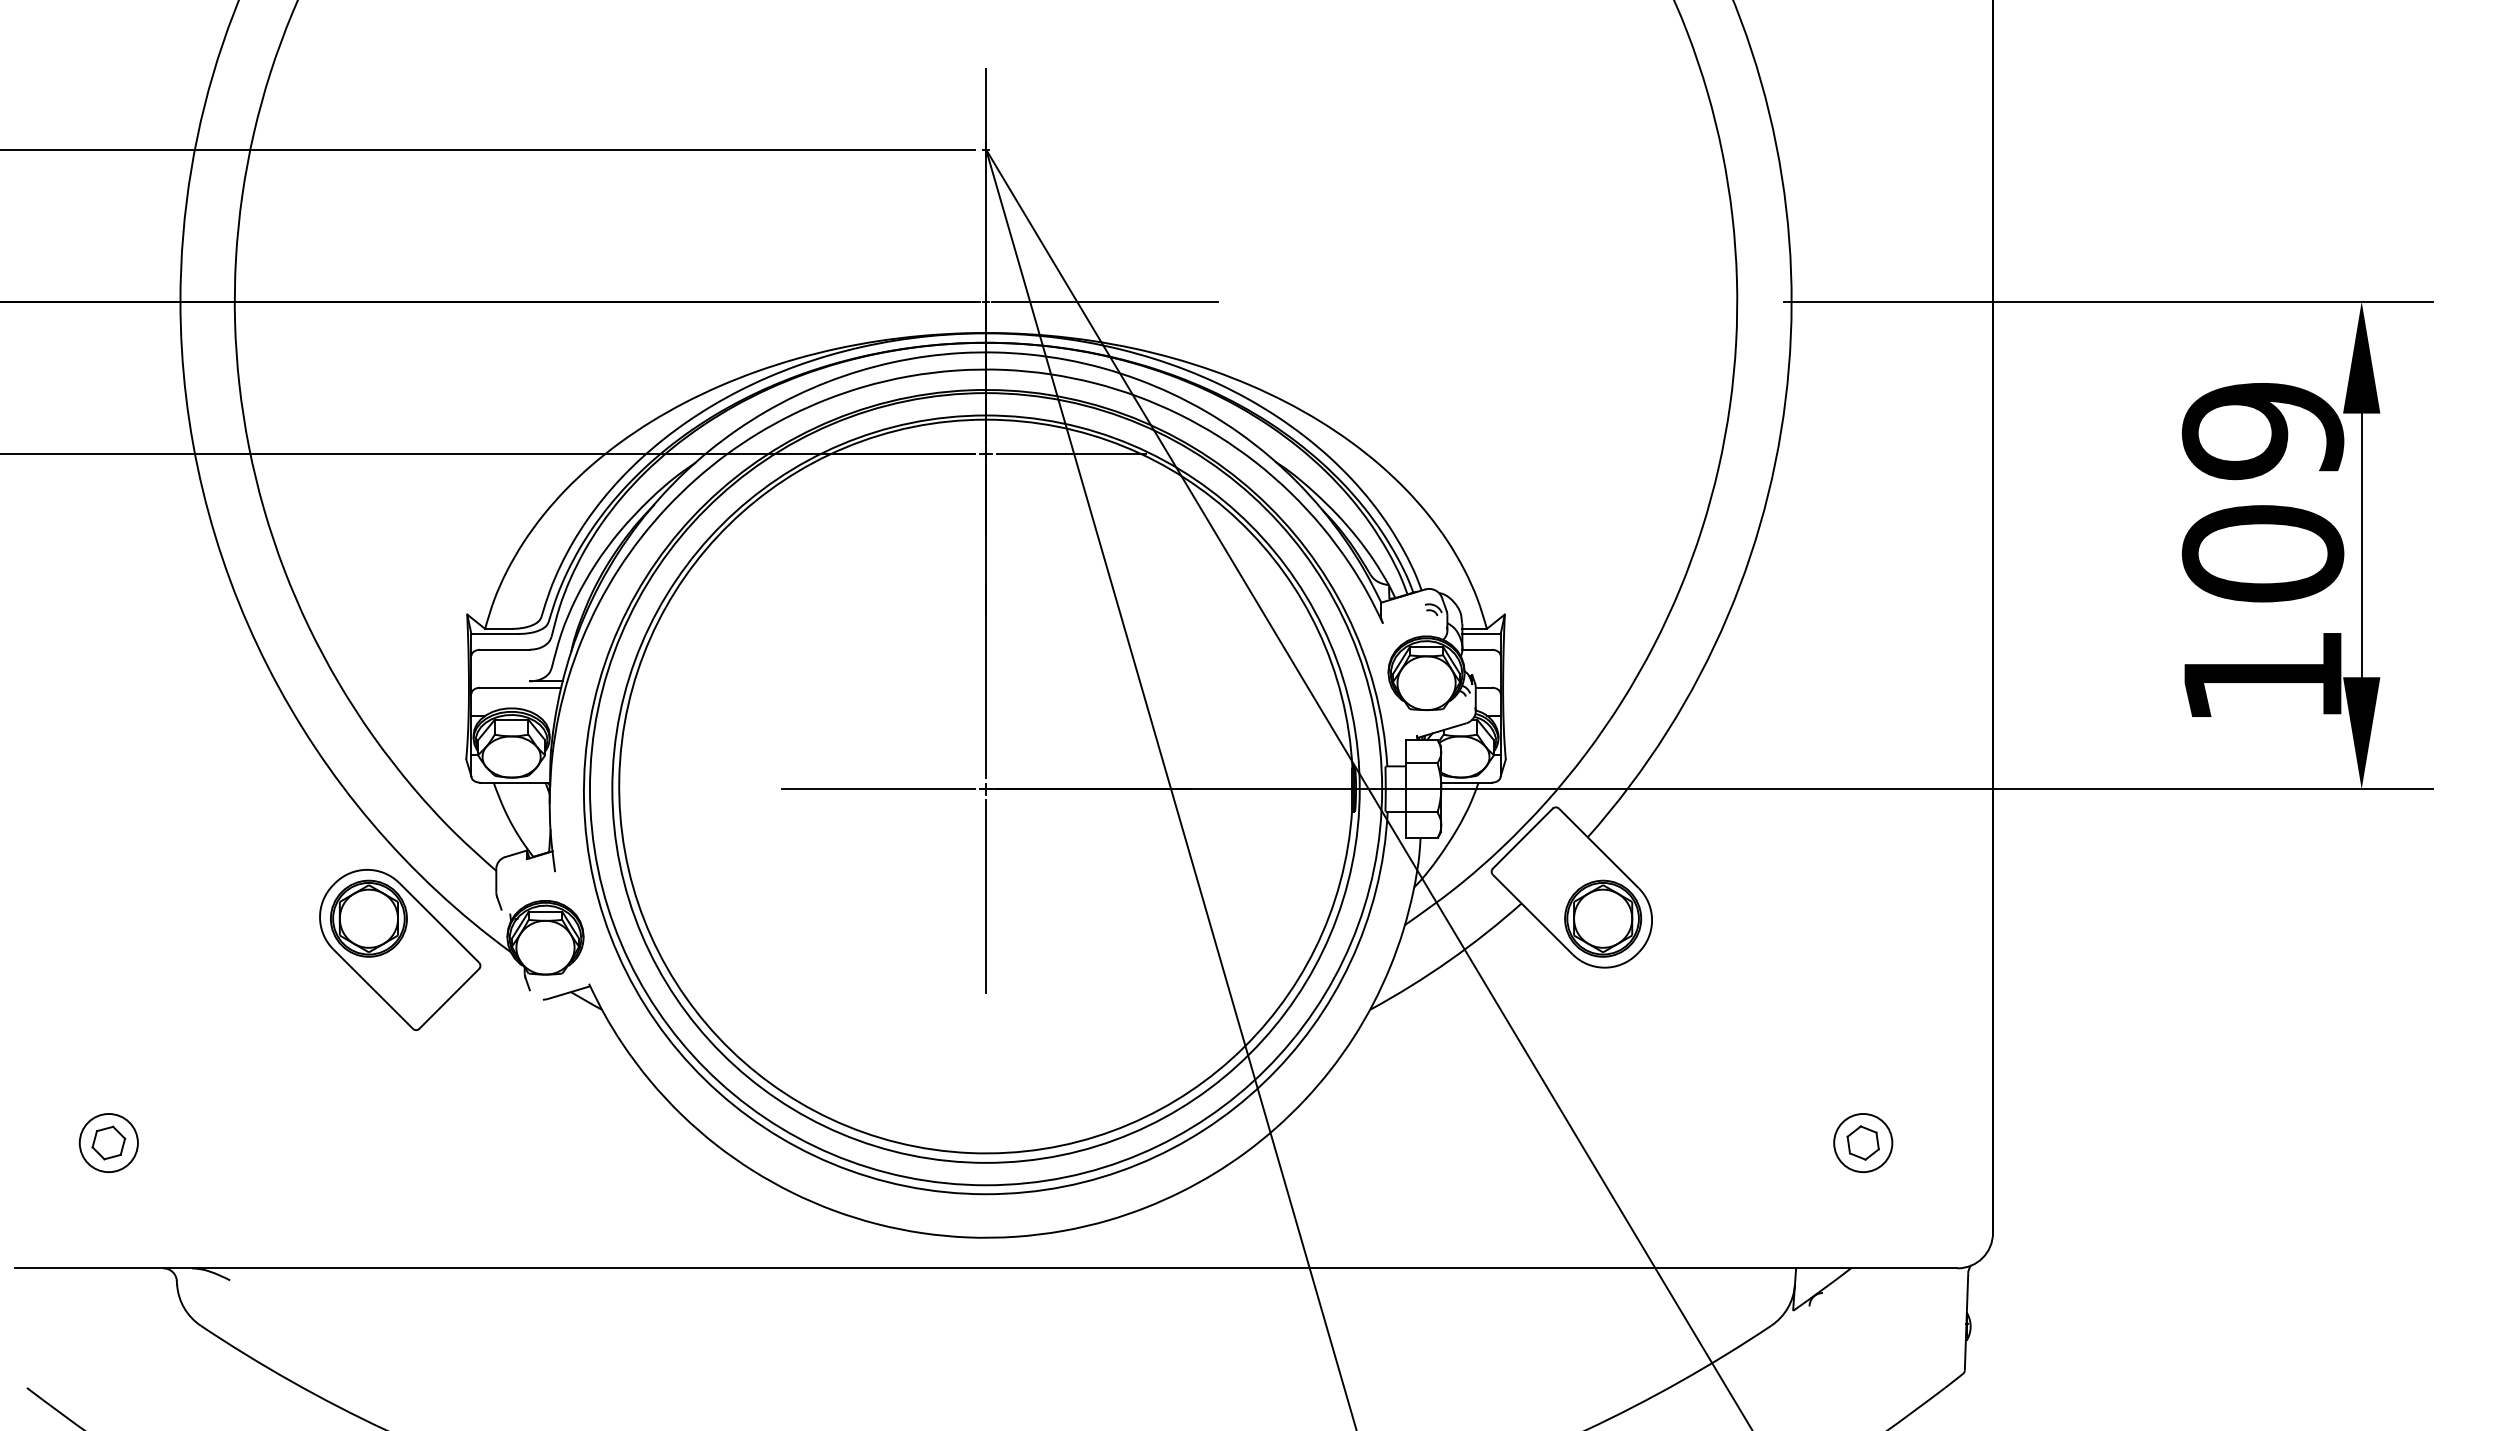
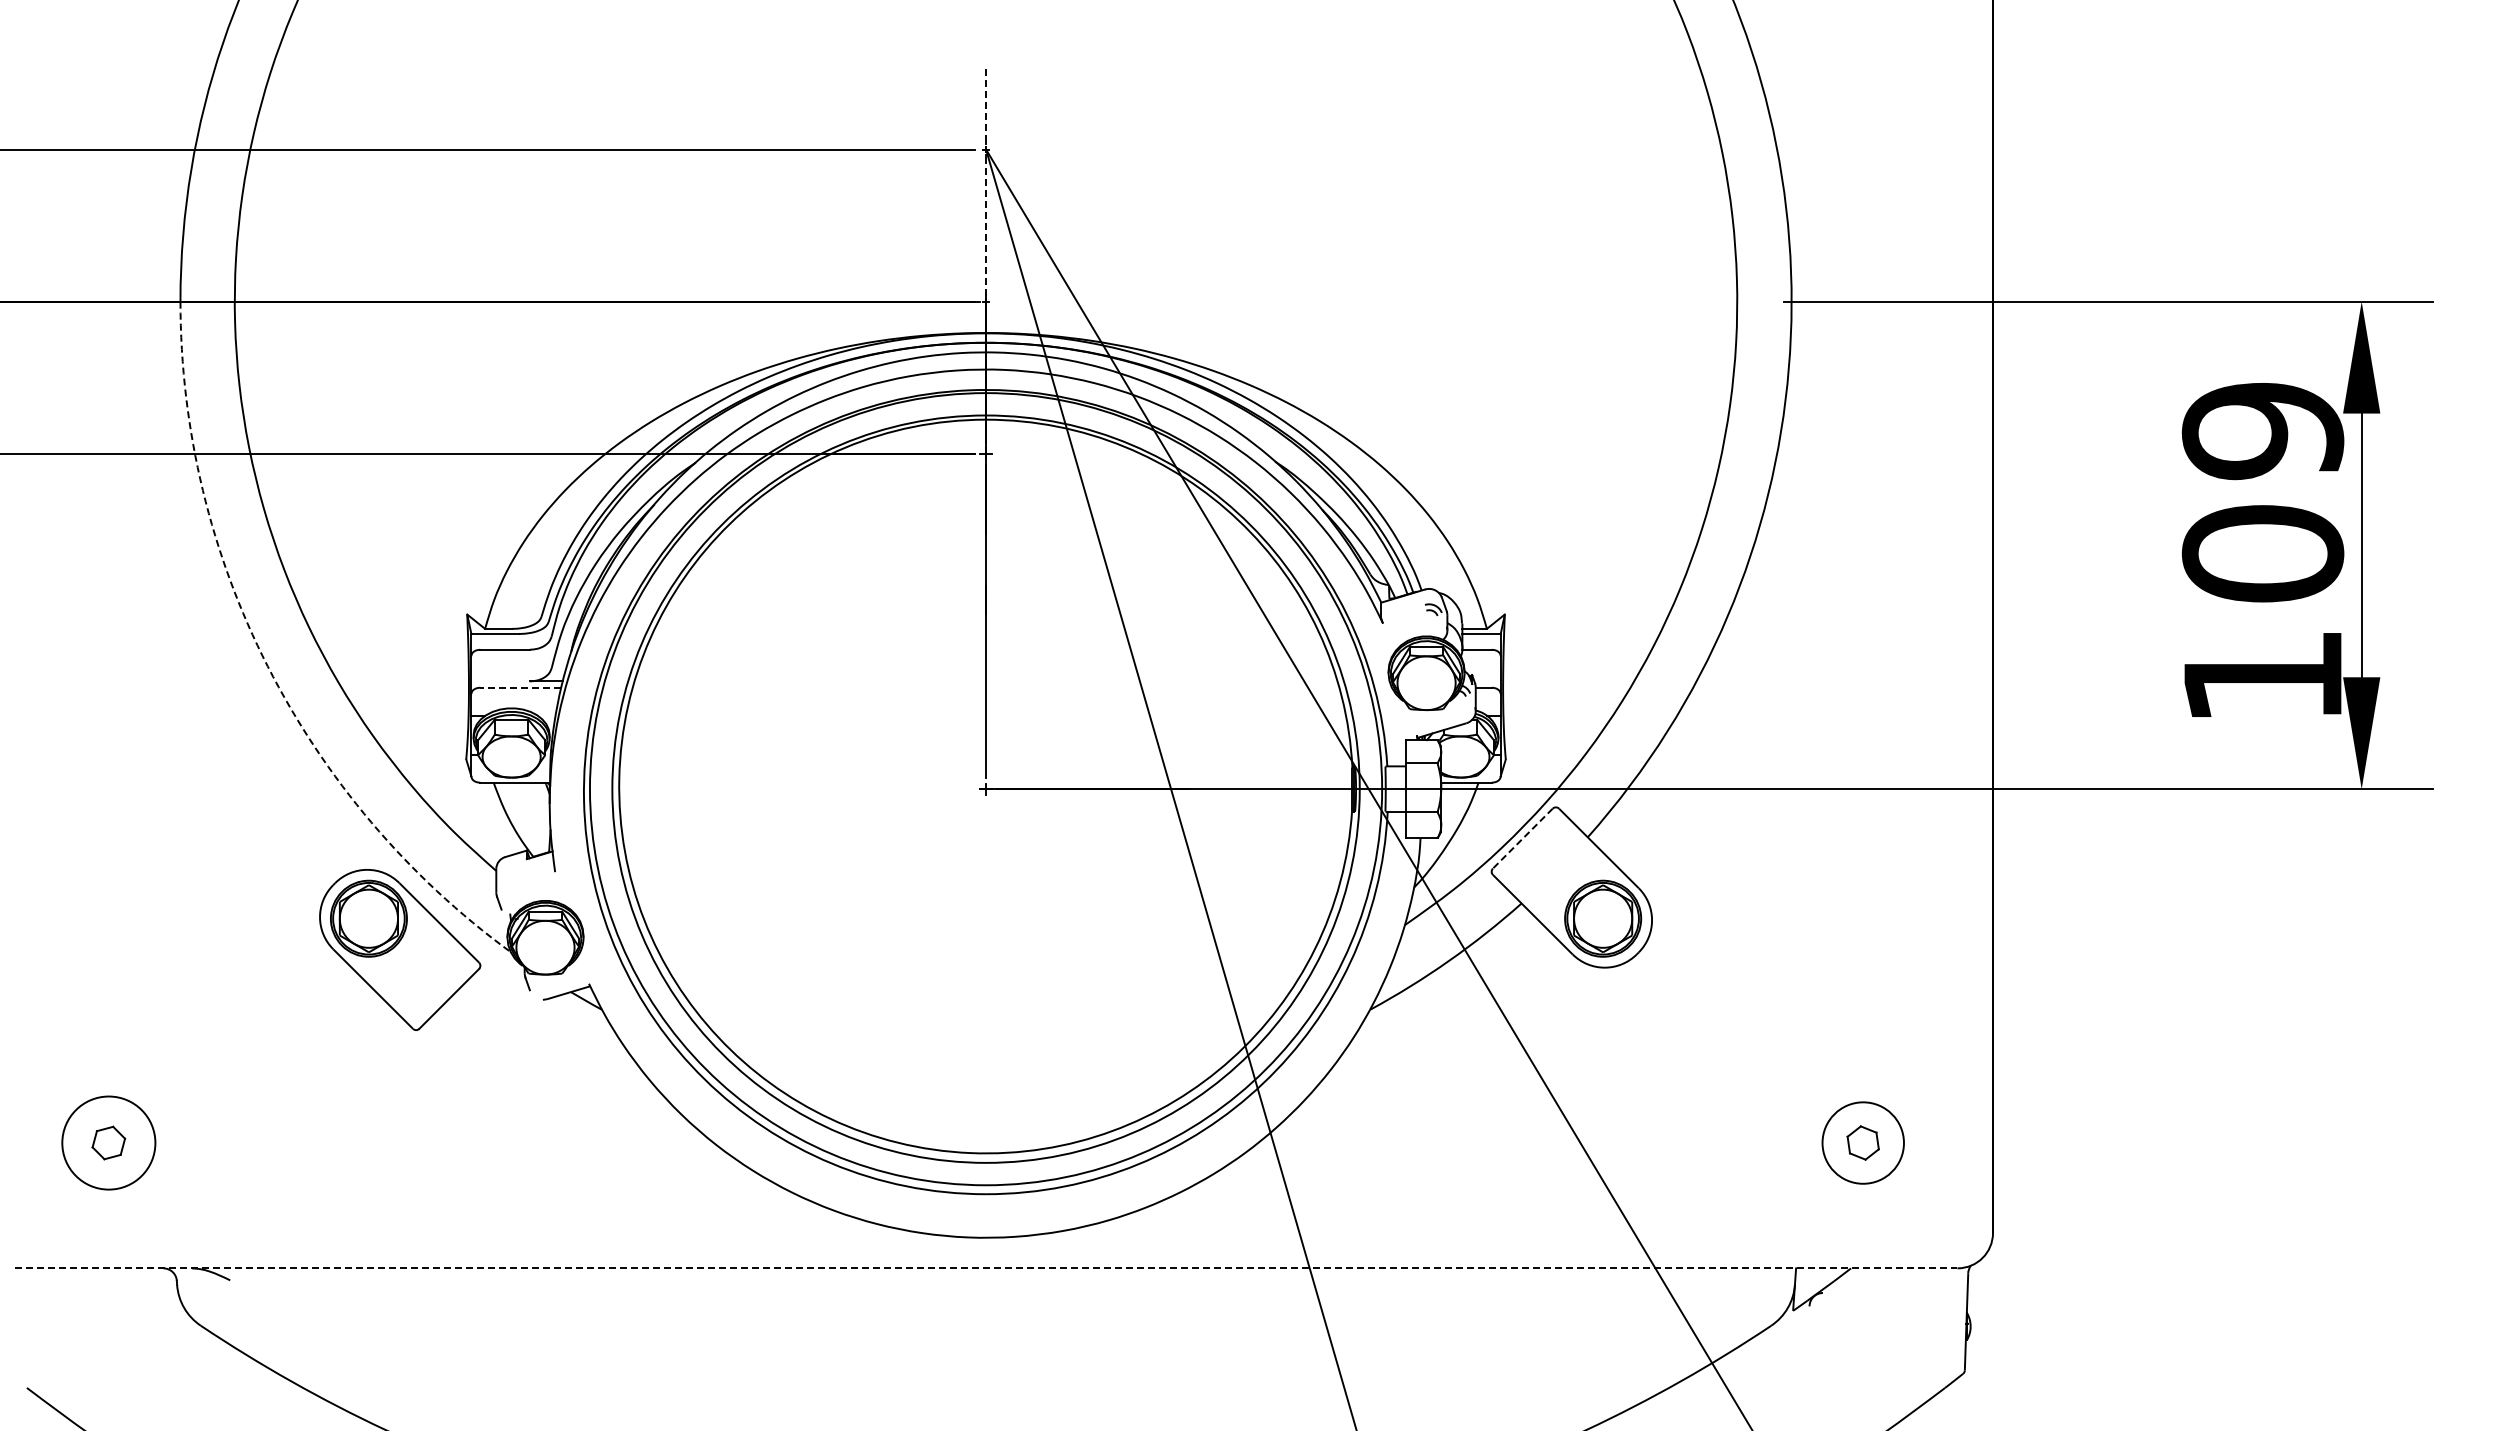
line at (986, 182): solid -> dashed
line at (1104, 301): present -> none
line at (1071, 453): present -> none
arc at (267, 666): solid -> dashed
line at (520, 687): solid -> dashed
line at (878, 789): present -> none
line at (1522, 838): solid -> dashed
line at (986, 896): present -> none
circle at (108, 1142) diameter: 58 px -> 93 px
circle at (1863, 1142) diameter: 58 px -> 81 px
line at (986, 1268): solid -> dashed
